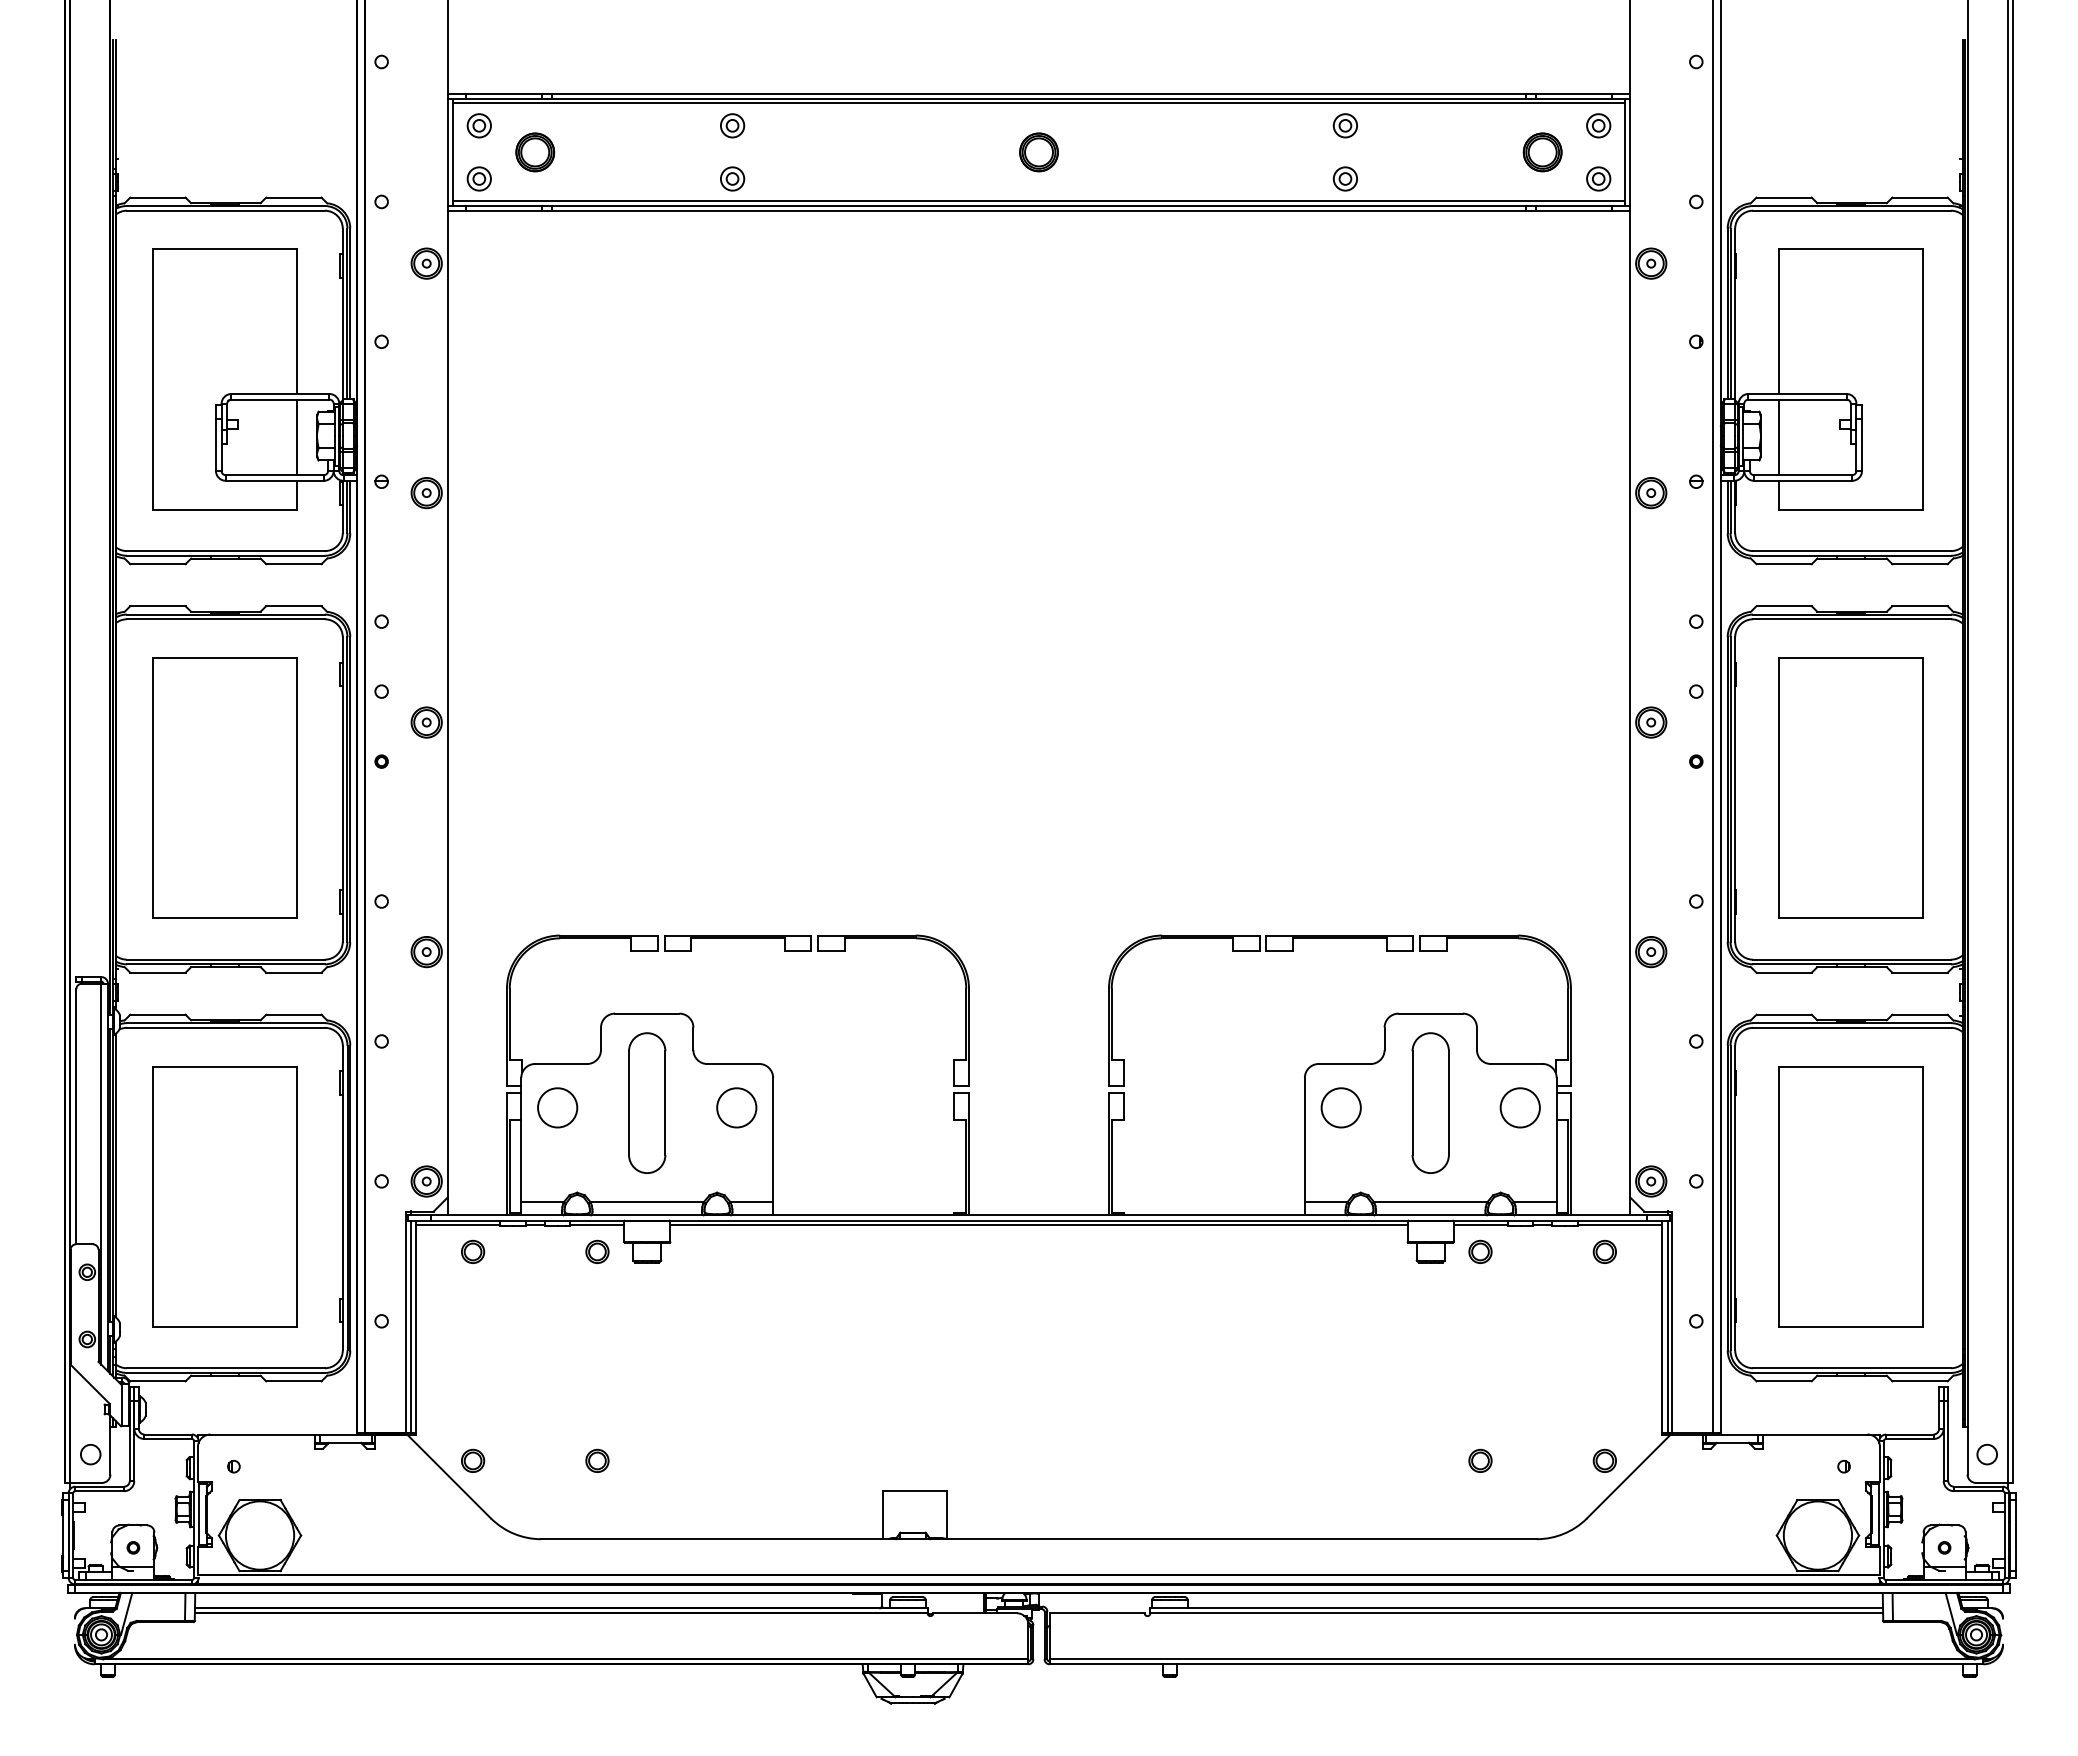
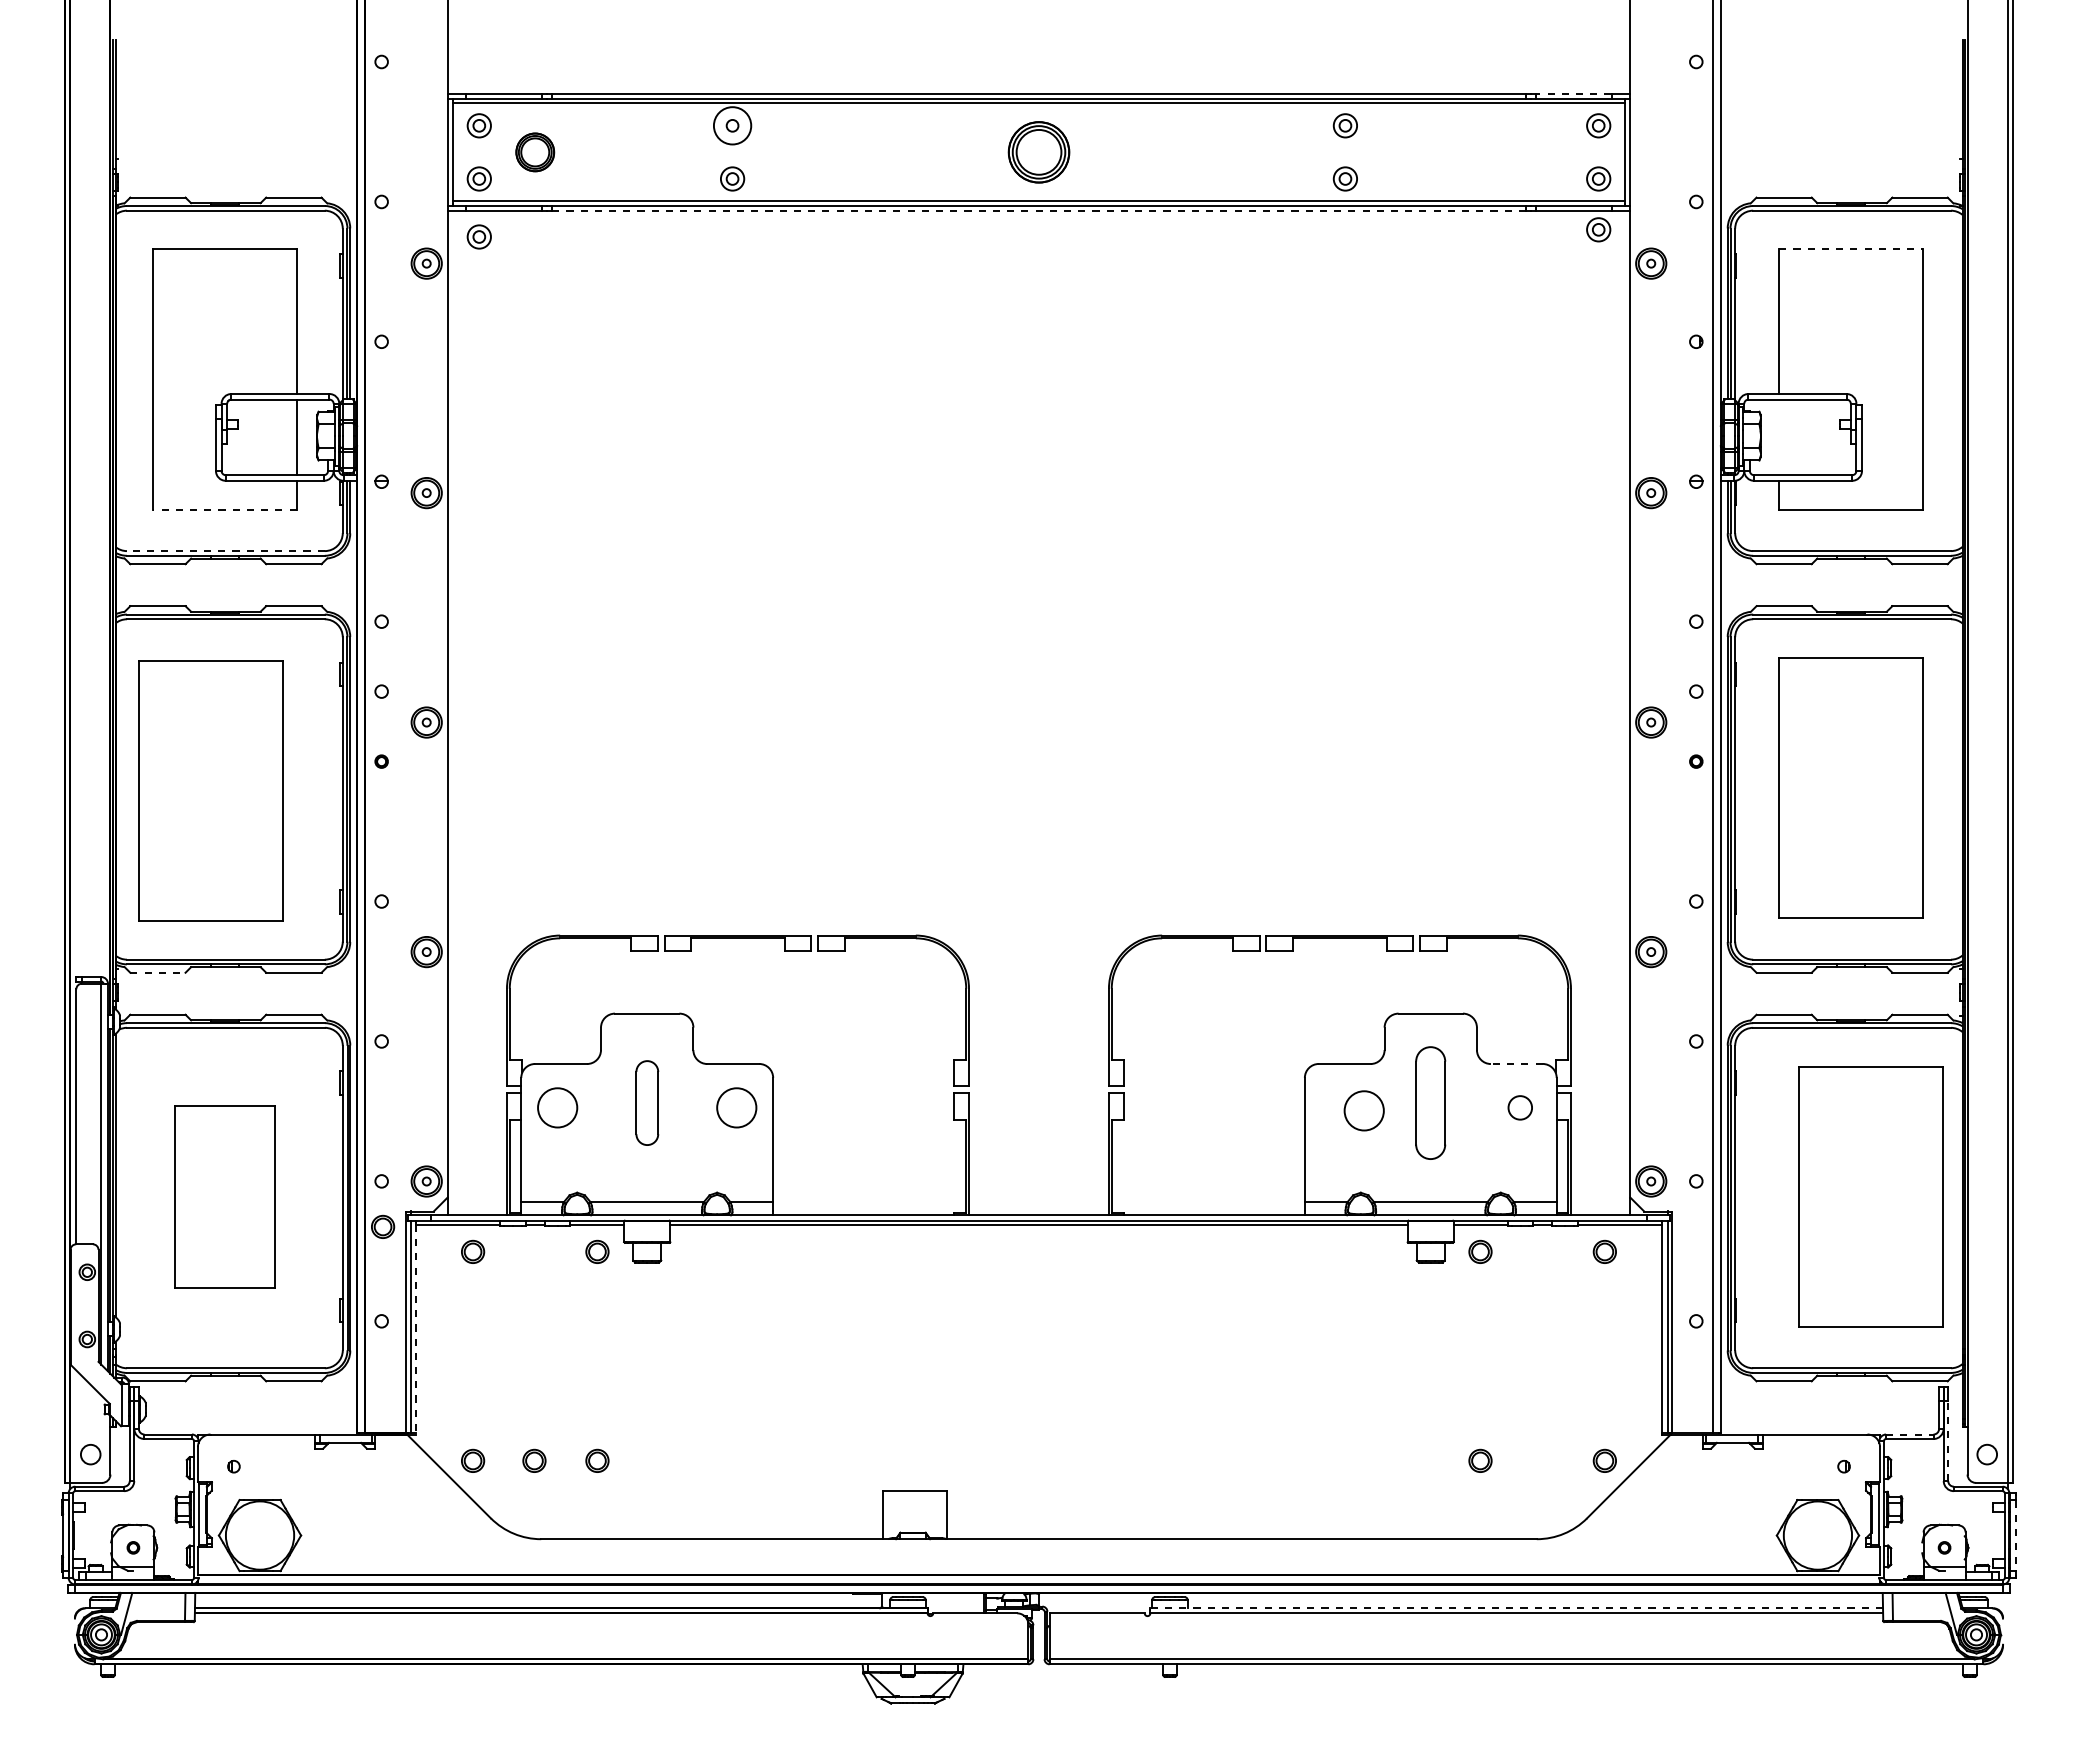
line at (1573, 93): solid -> dashed
circle at (732, 125) diameter: 23 px -> 37 px
part at (1038, 152) size: 40x41 px -> 64x63 px
part at (1542, 152): present -> none
line at (1039, 211): solid -> dashed
part at (1598, 229): none -> present
part at (478, 236): none -> present
line at (1851, 249): solid -> dashed
line at (1779, 437): present -> none
line at (224, 509): solid -> dashed
line at (225, 551): solid -> dashed
part at (224, 787) position: (224, 787) -> (210, 790)
line at (157, 972): solid -> dashed
line at (1516, 1064): solid -> dashed
part at (647, 1102) size: 39x142 px -> 25x86 px
part at (1430, 1102) size: 39x142 px -> 32x114 px
circle at (1340, 1107) position: (1340, 1107) -> (1363, 1110)
circle at (1519, 1107) diameter: 39 px -> 24 px
part at (224, 1196) size: 146x262 px -> 102x184 px
part at (1850, 1196) position: (1850, 1196) -> (1870, 1196)
part at (383, 1226): none -> present
line at (416, 1329): solid -> dashed
line at (1909, 1434): solid -> dashed
line at (1948, 1440): solid -> dashed
part at (534, 1460): none -> present
line at (2015, 1536): solid -> dashed
line at (1516, 1608): solid -> dashed
